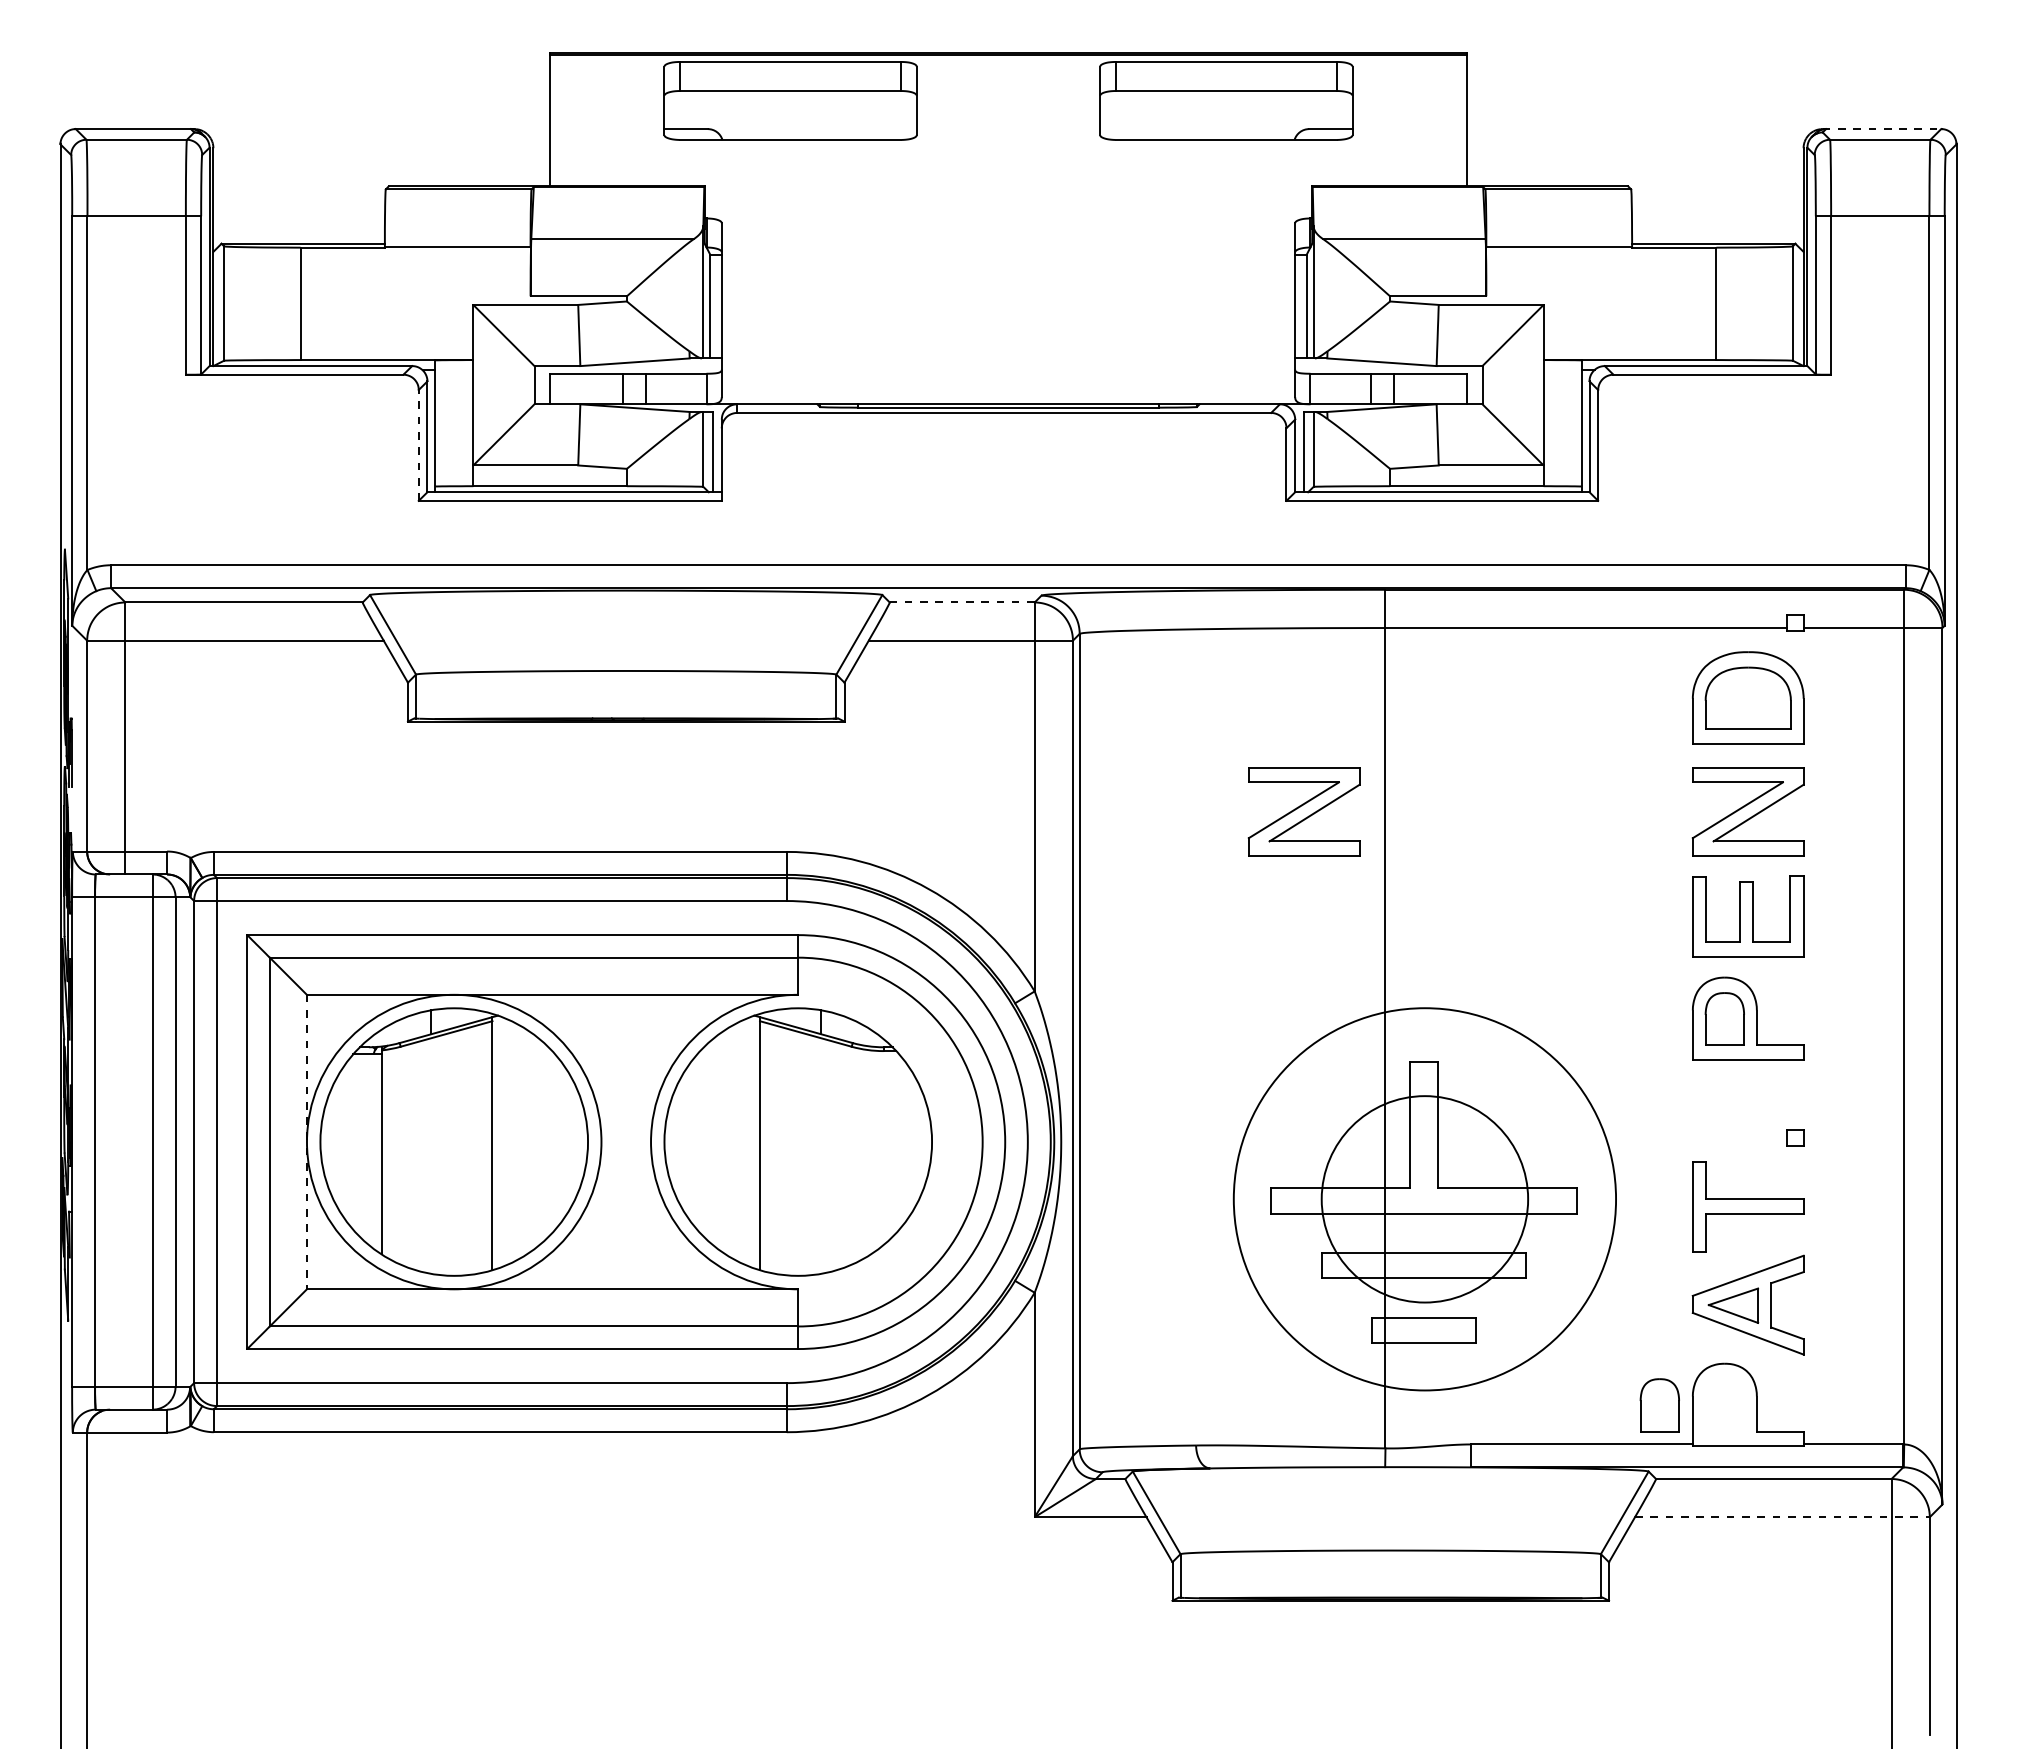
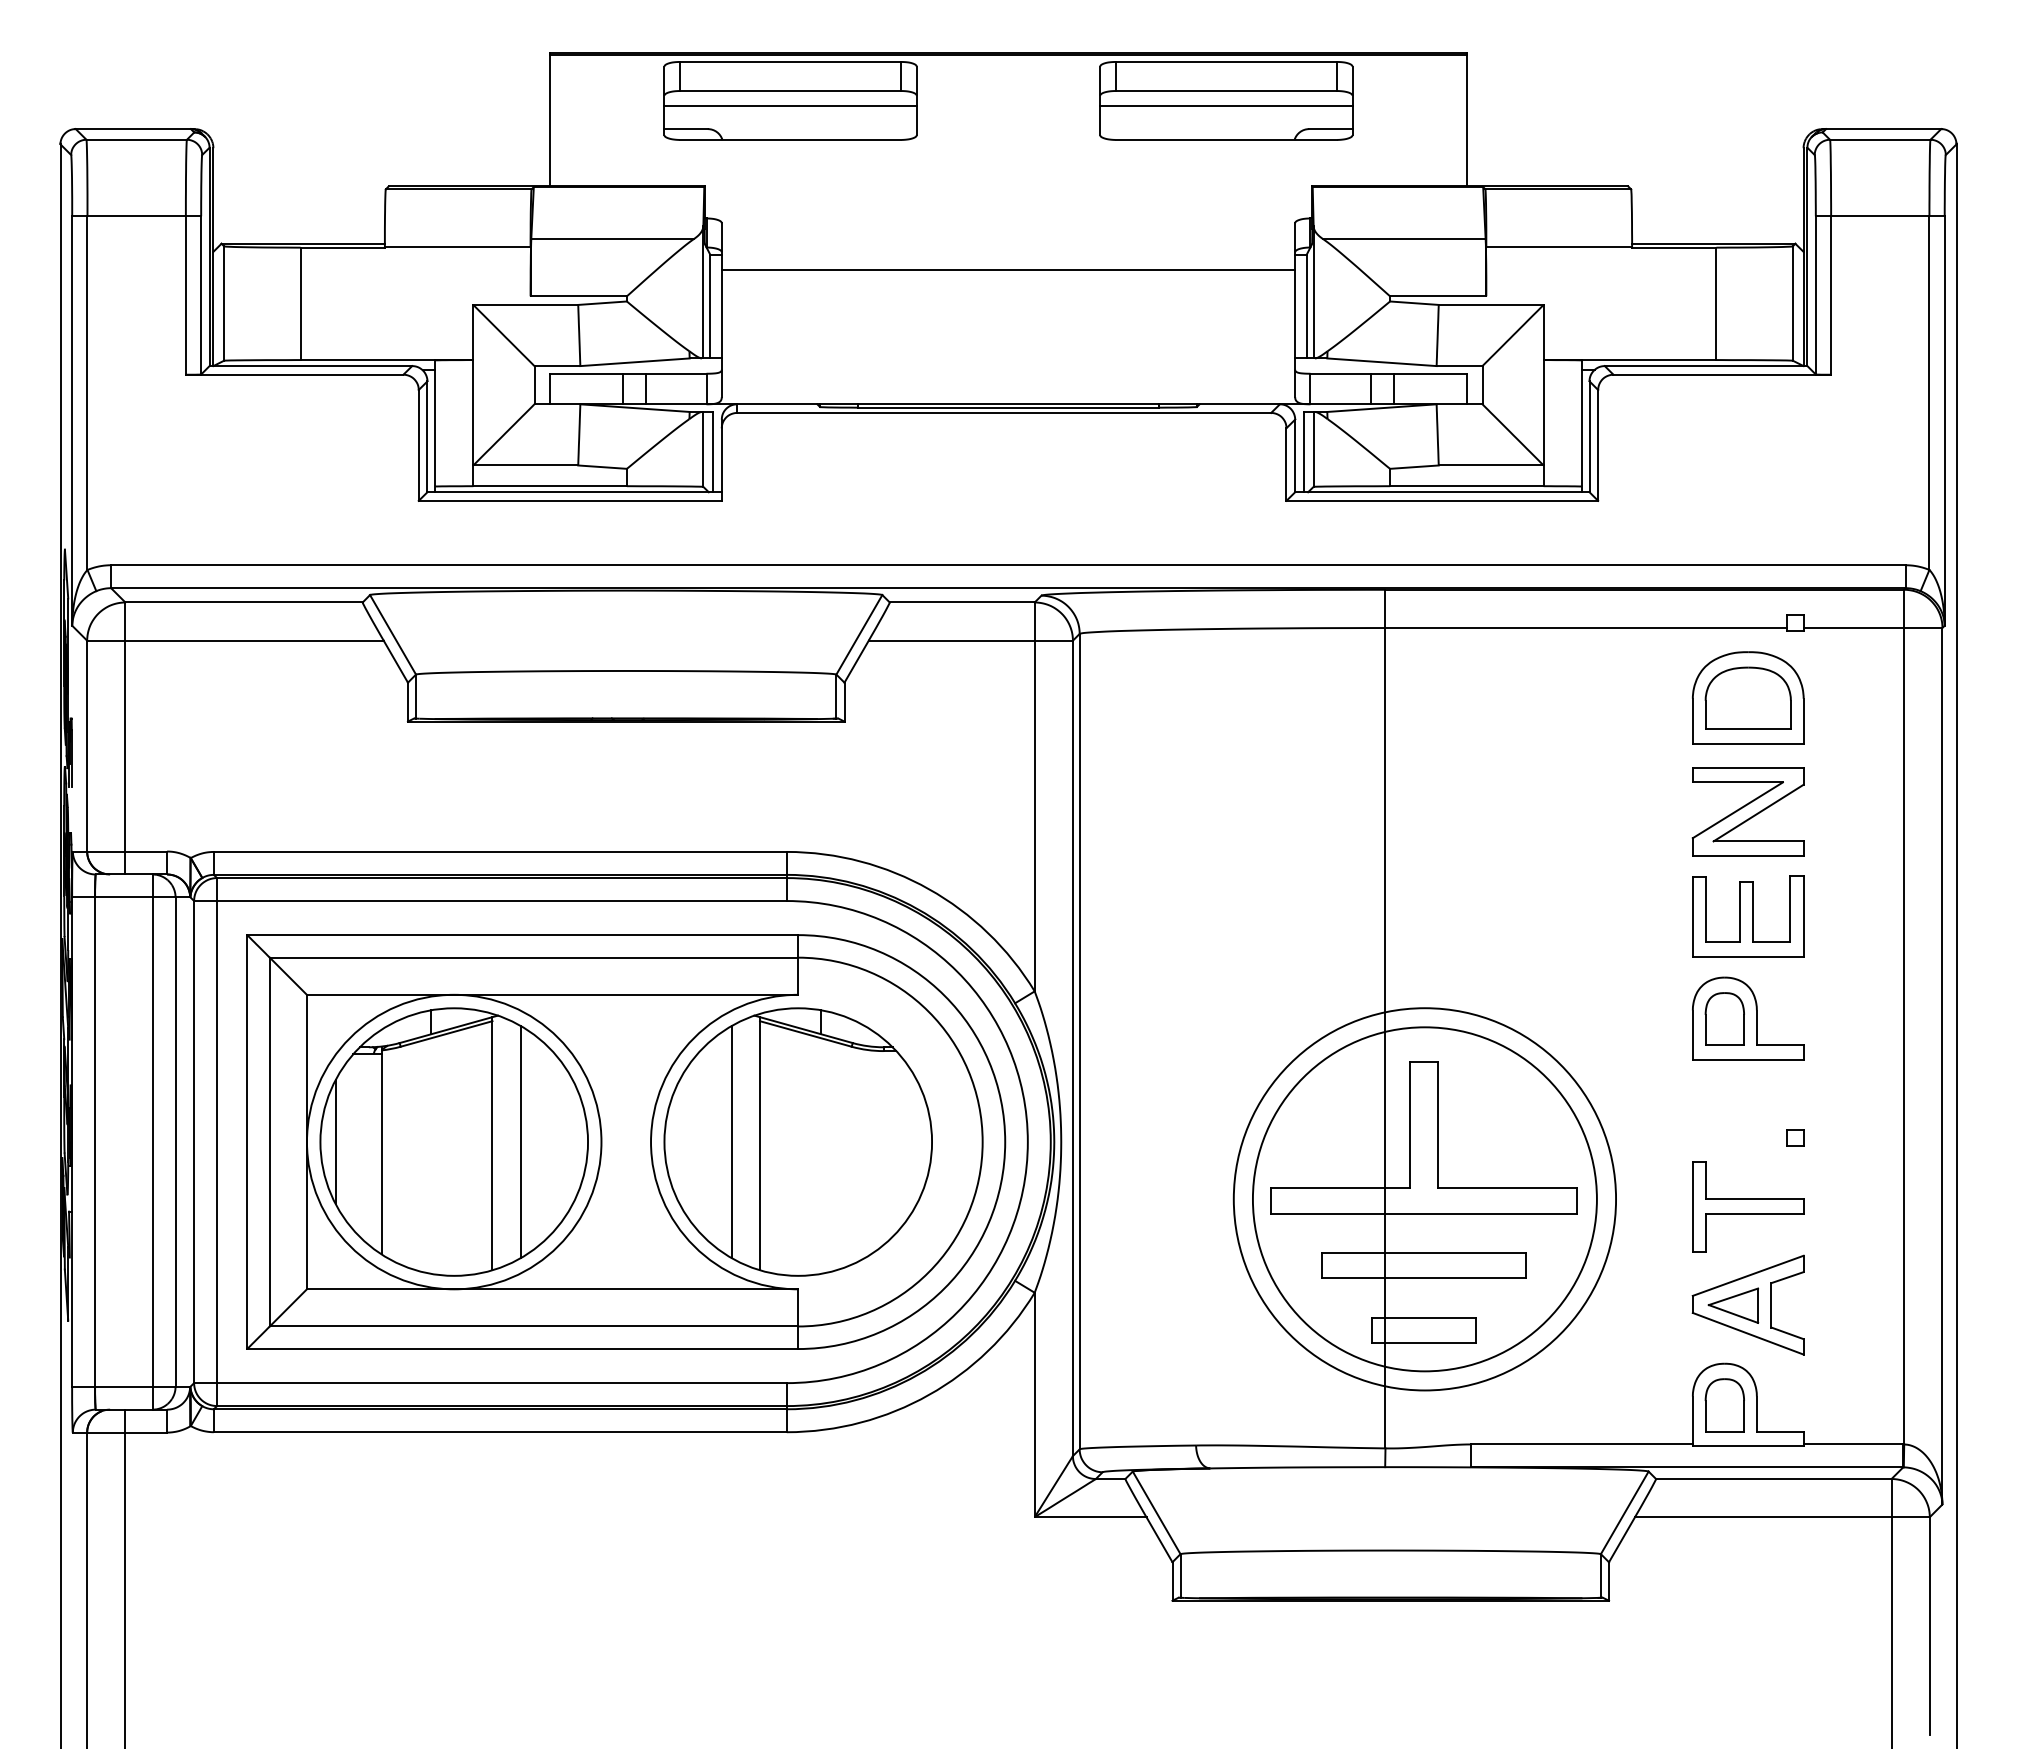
line at (790, 106): none -> present
line at (1226, 106): none -> present
line at (1882, 129): dashed -> solid
line at (1008, 270): none -> present
line at (418, 444): dashed -> solid
line at (961, 602): dashed -> solid
part at (1303, 811): present -> none
line at (520, 1141): none -> present
line at (731, 1141): none -> present
line at (306, 1142): dashed -> solid
line at (335, 1142): none -> present
circle at (1424, 1199) diameter: 206 px -> 344 px
part at (1659, 1405) position: (1659, 1405) -> (1724, 1405)
line at (1782, 1517): dashed -> solid
line at (125, 1577): none -> present
